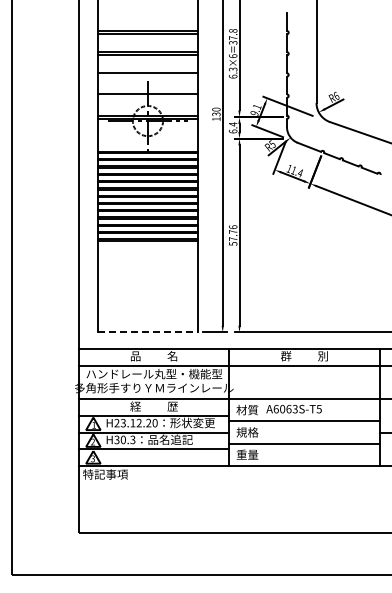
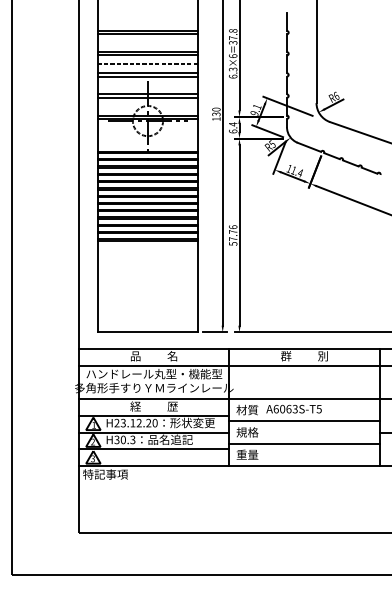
line at (147, 64): none -> present
line at (147, 76): none -> present
line at (147, 97): none -> present
line at (148, 332): dashed -> solid
